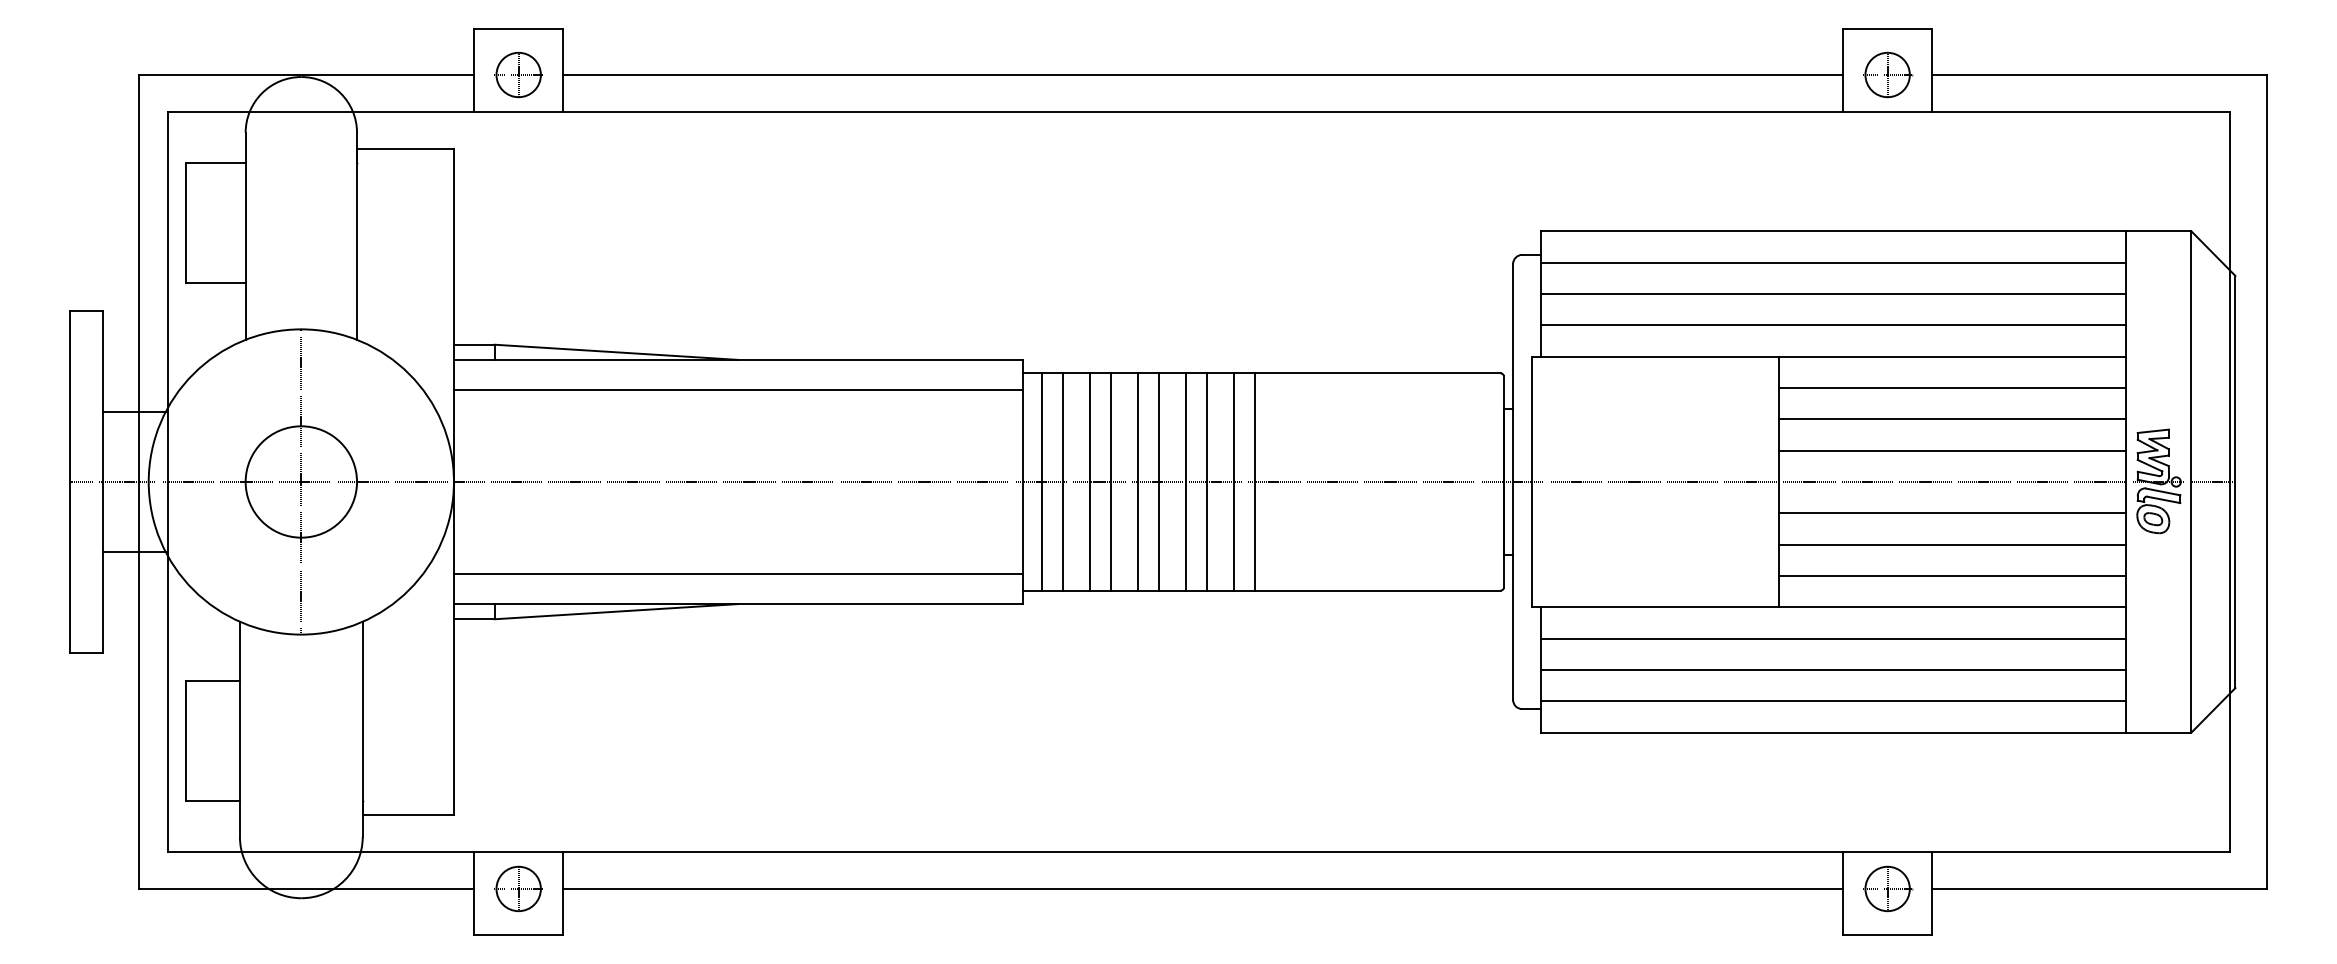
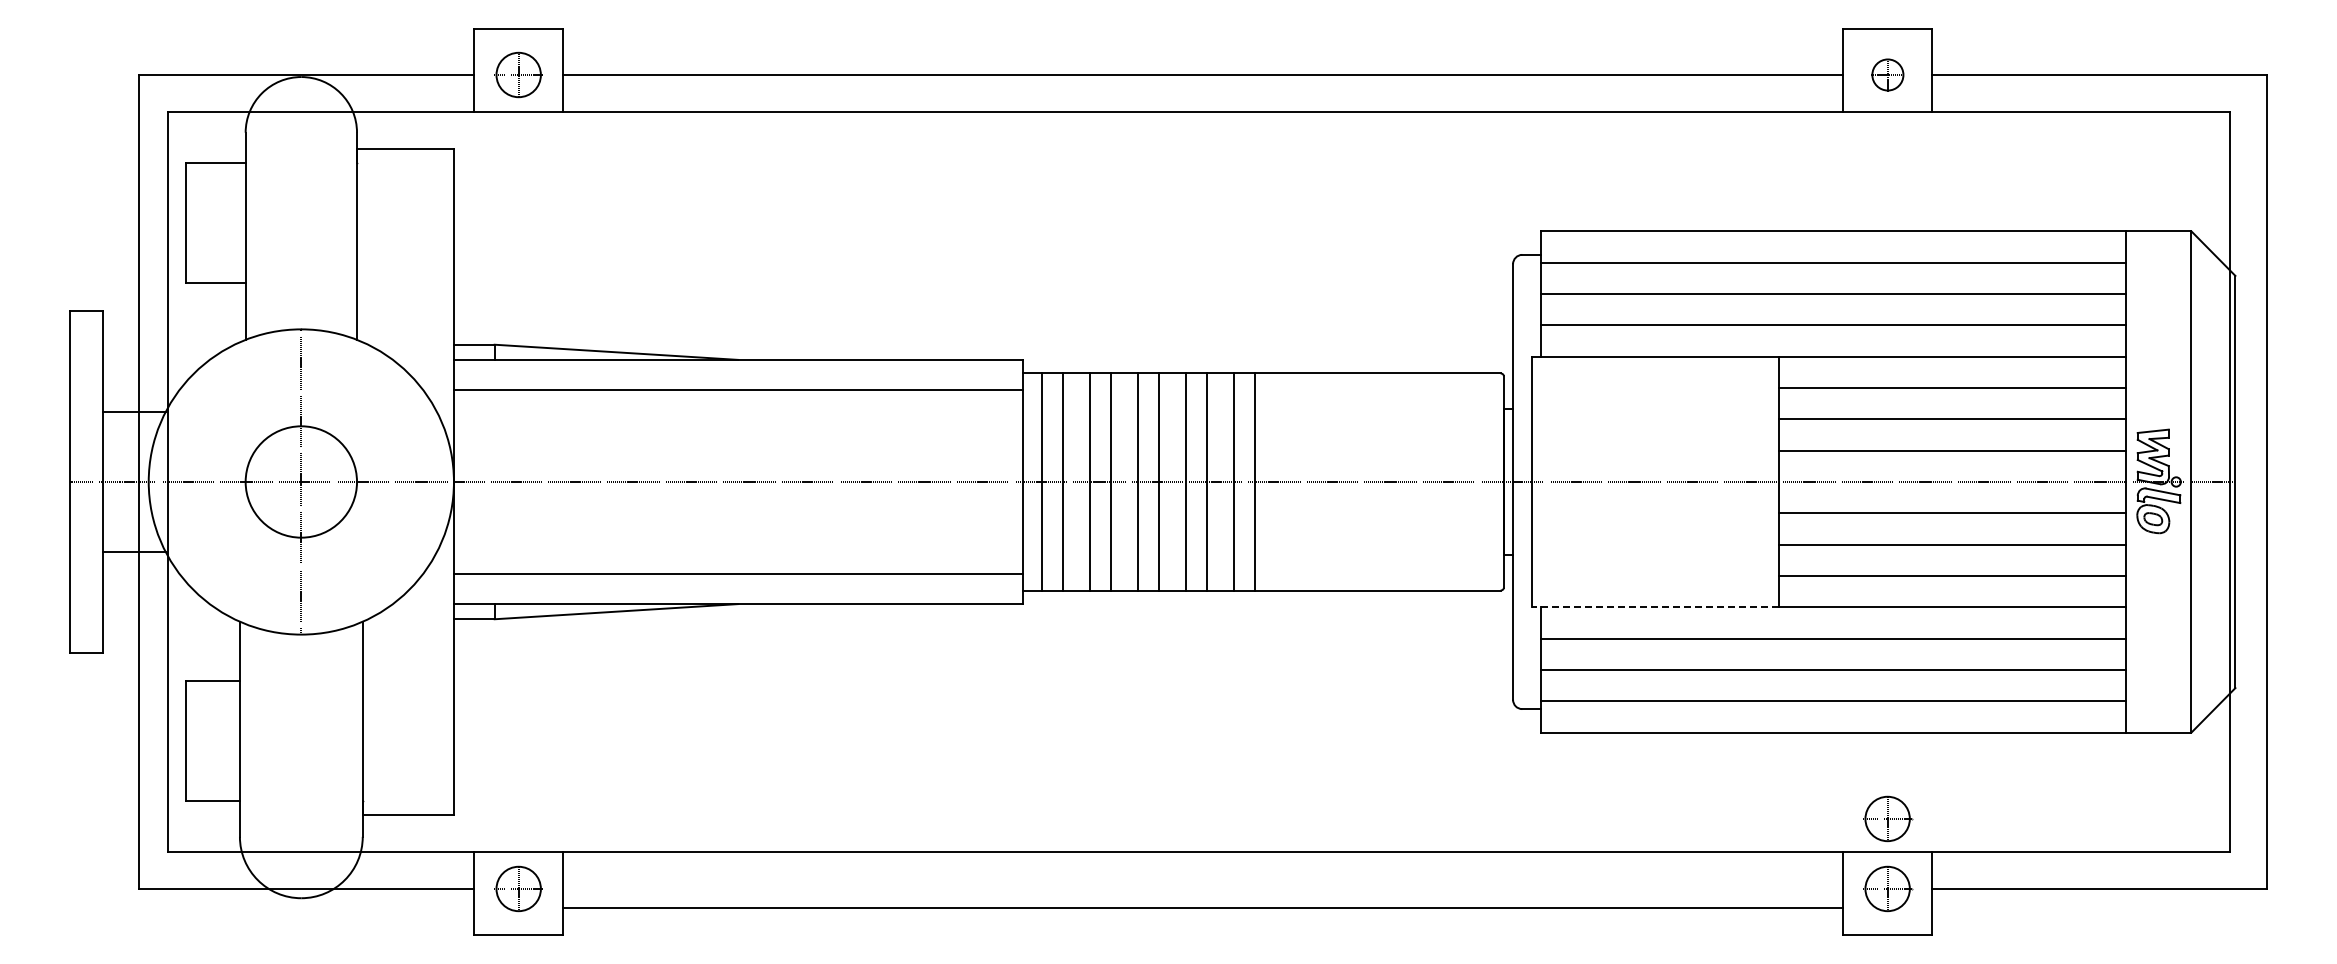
part at (1888, 74) size: 51x48 px -> 34x34 px
line at (1654, 607): solid -> dashed
part at (1888, 818): none -> present
line at (1203, 888) position: (1203, 888) -> (1203, 907)
